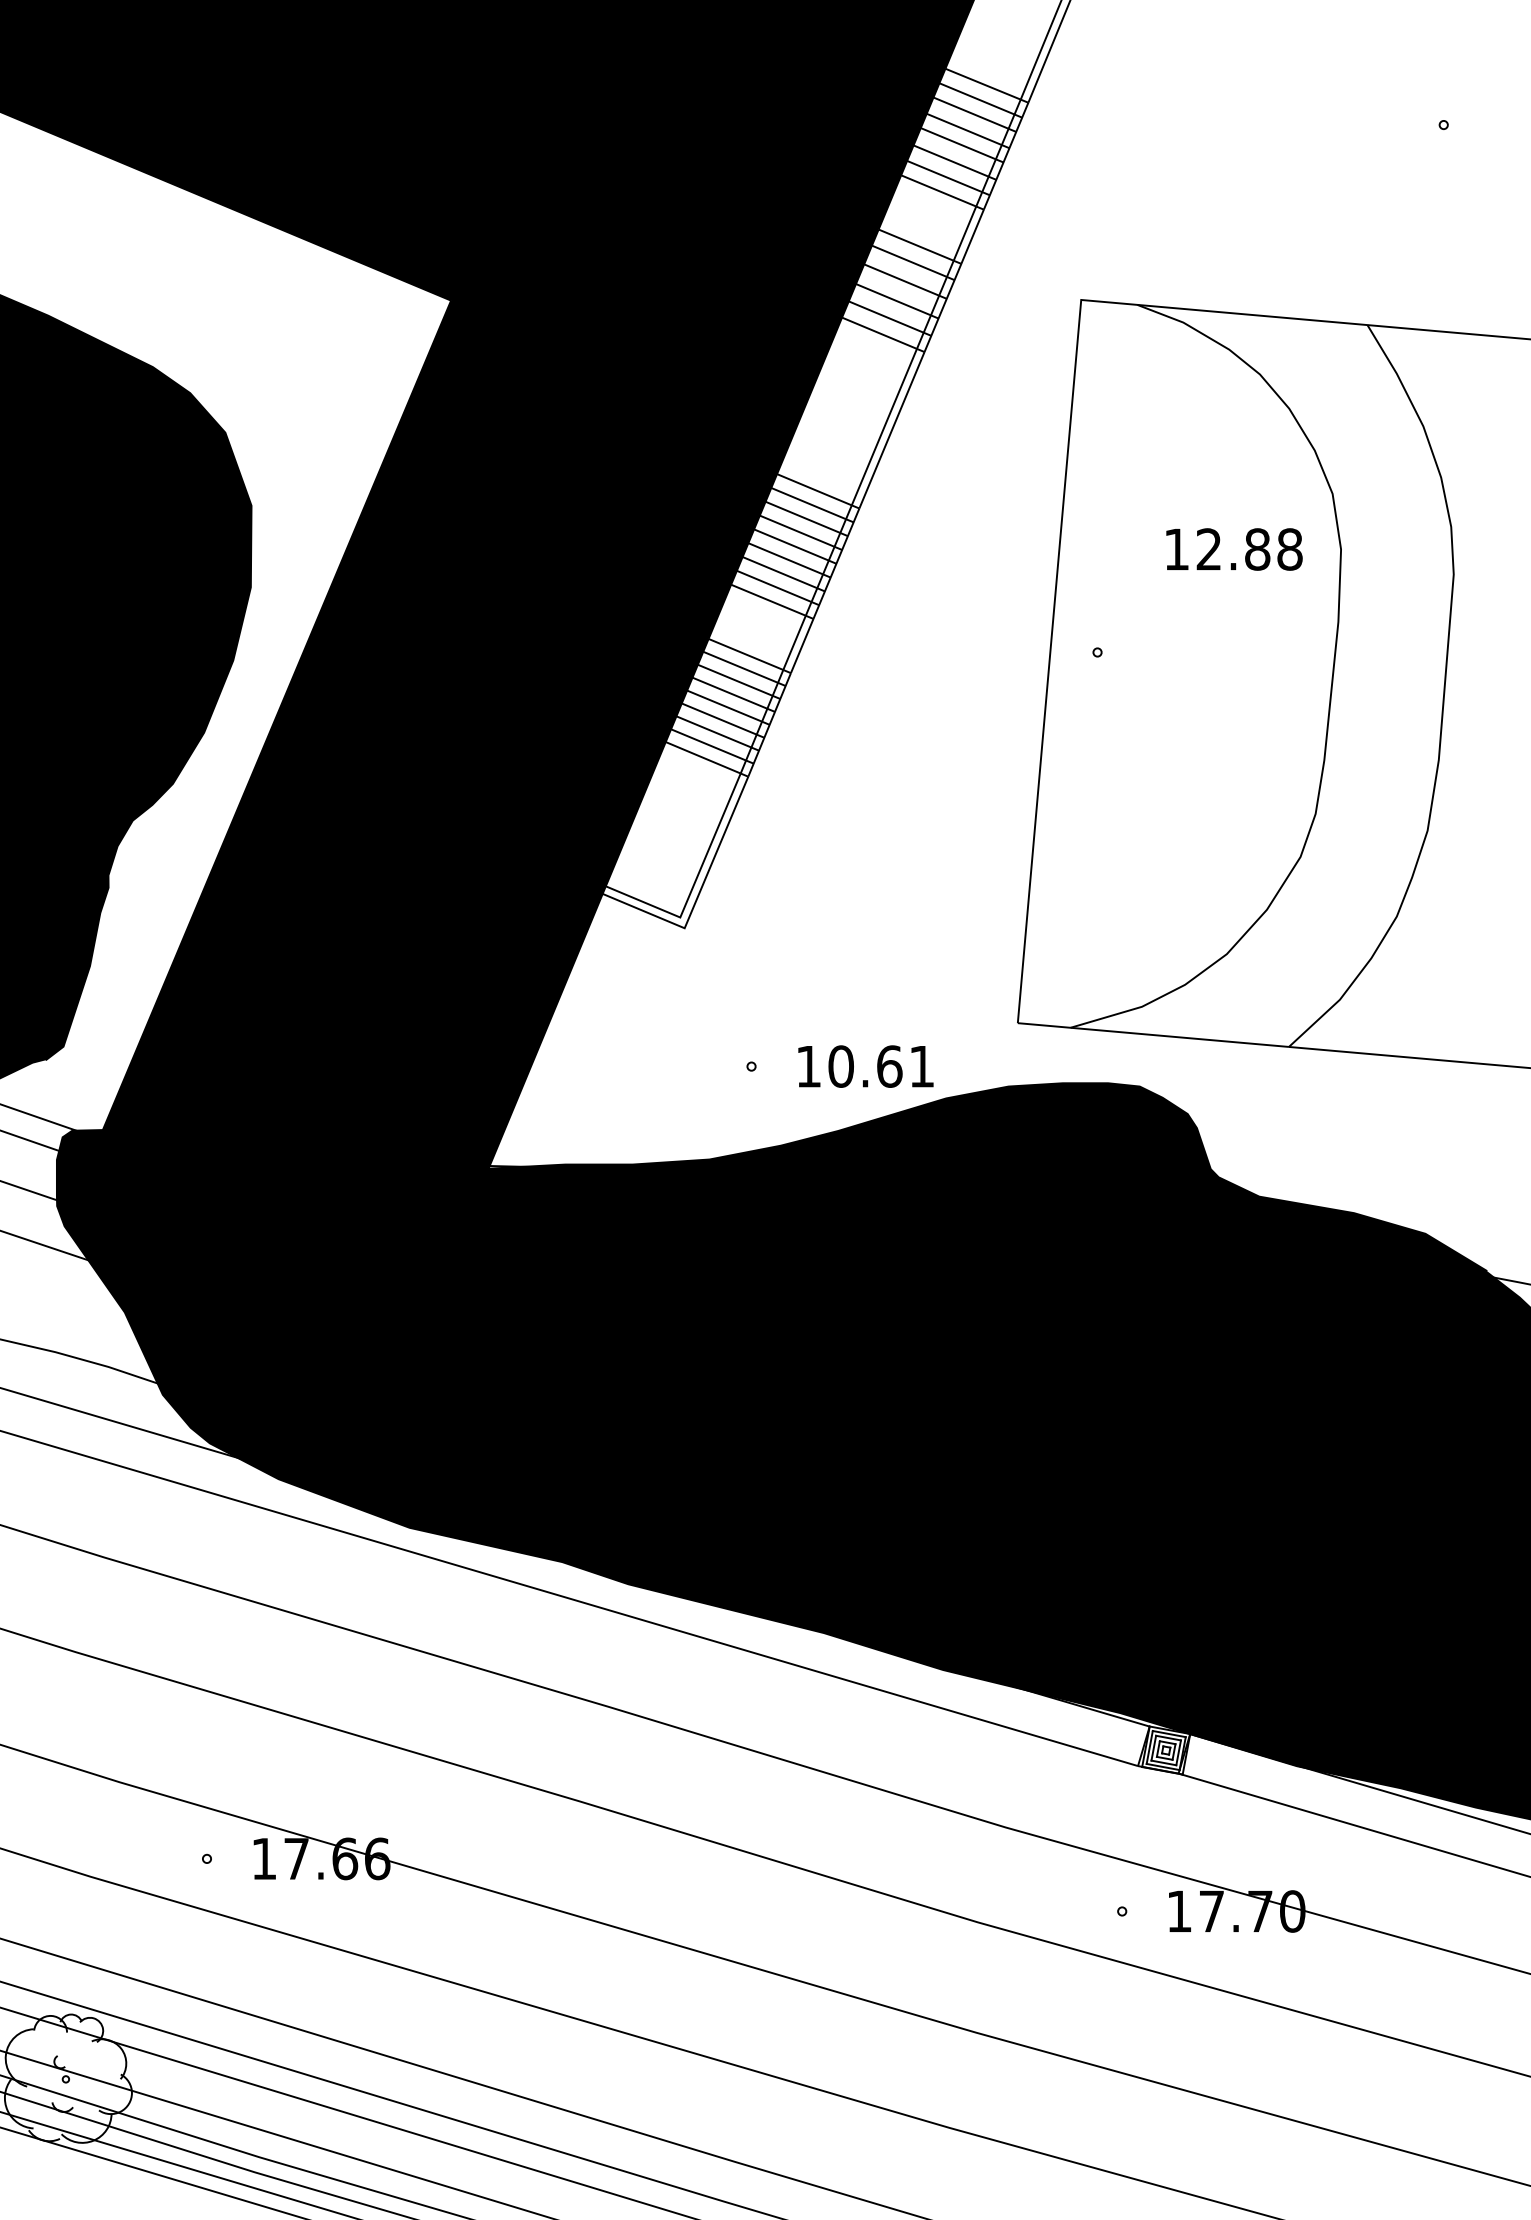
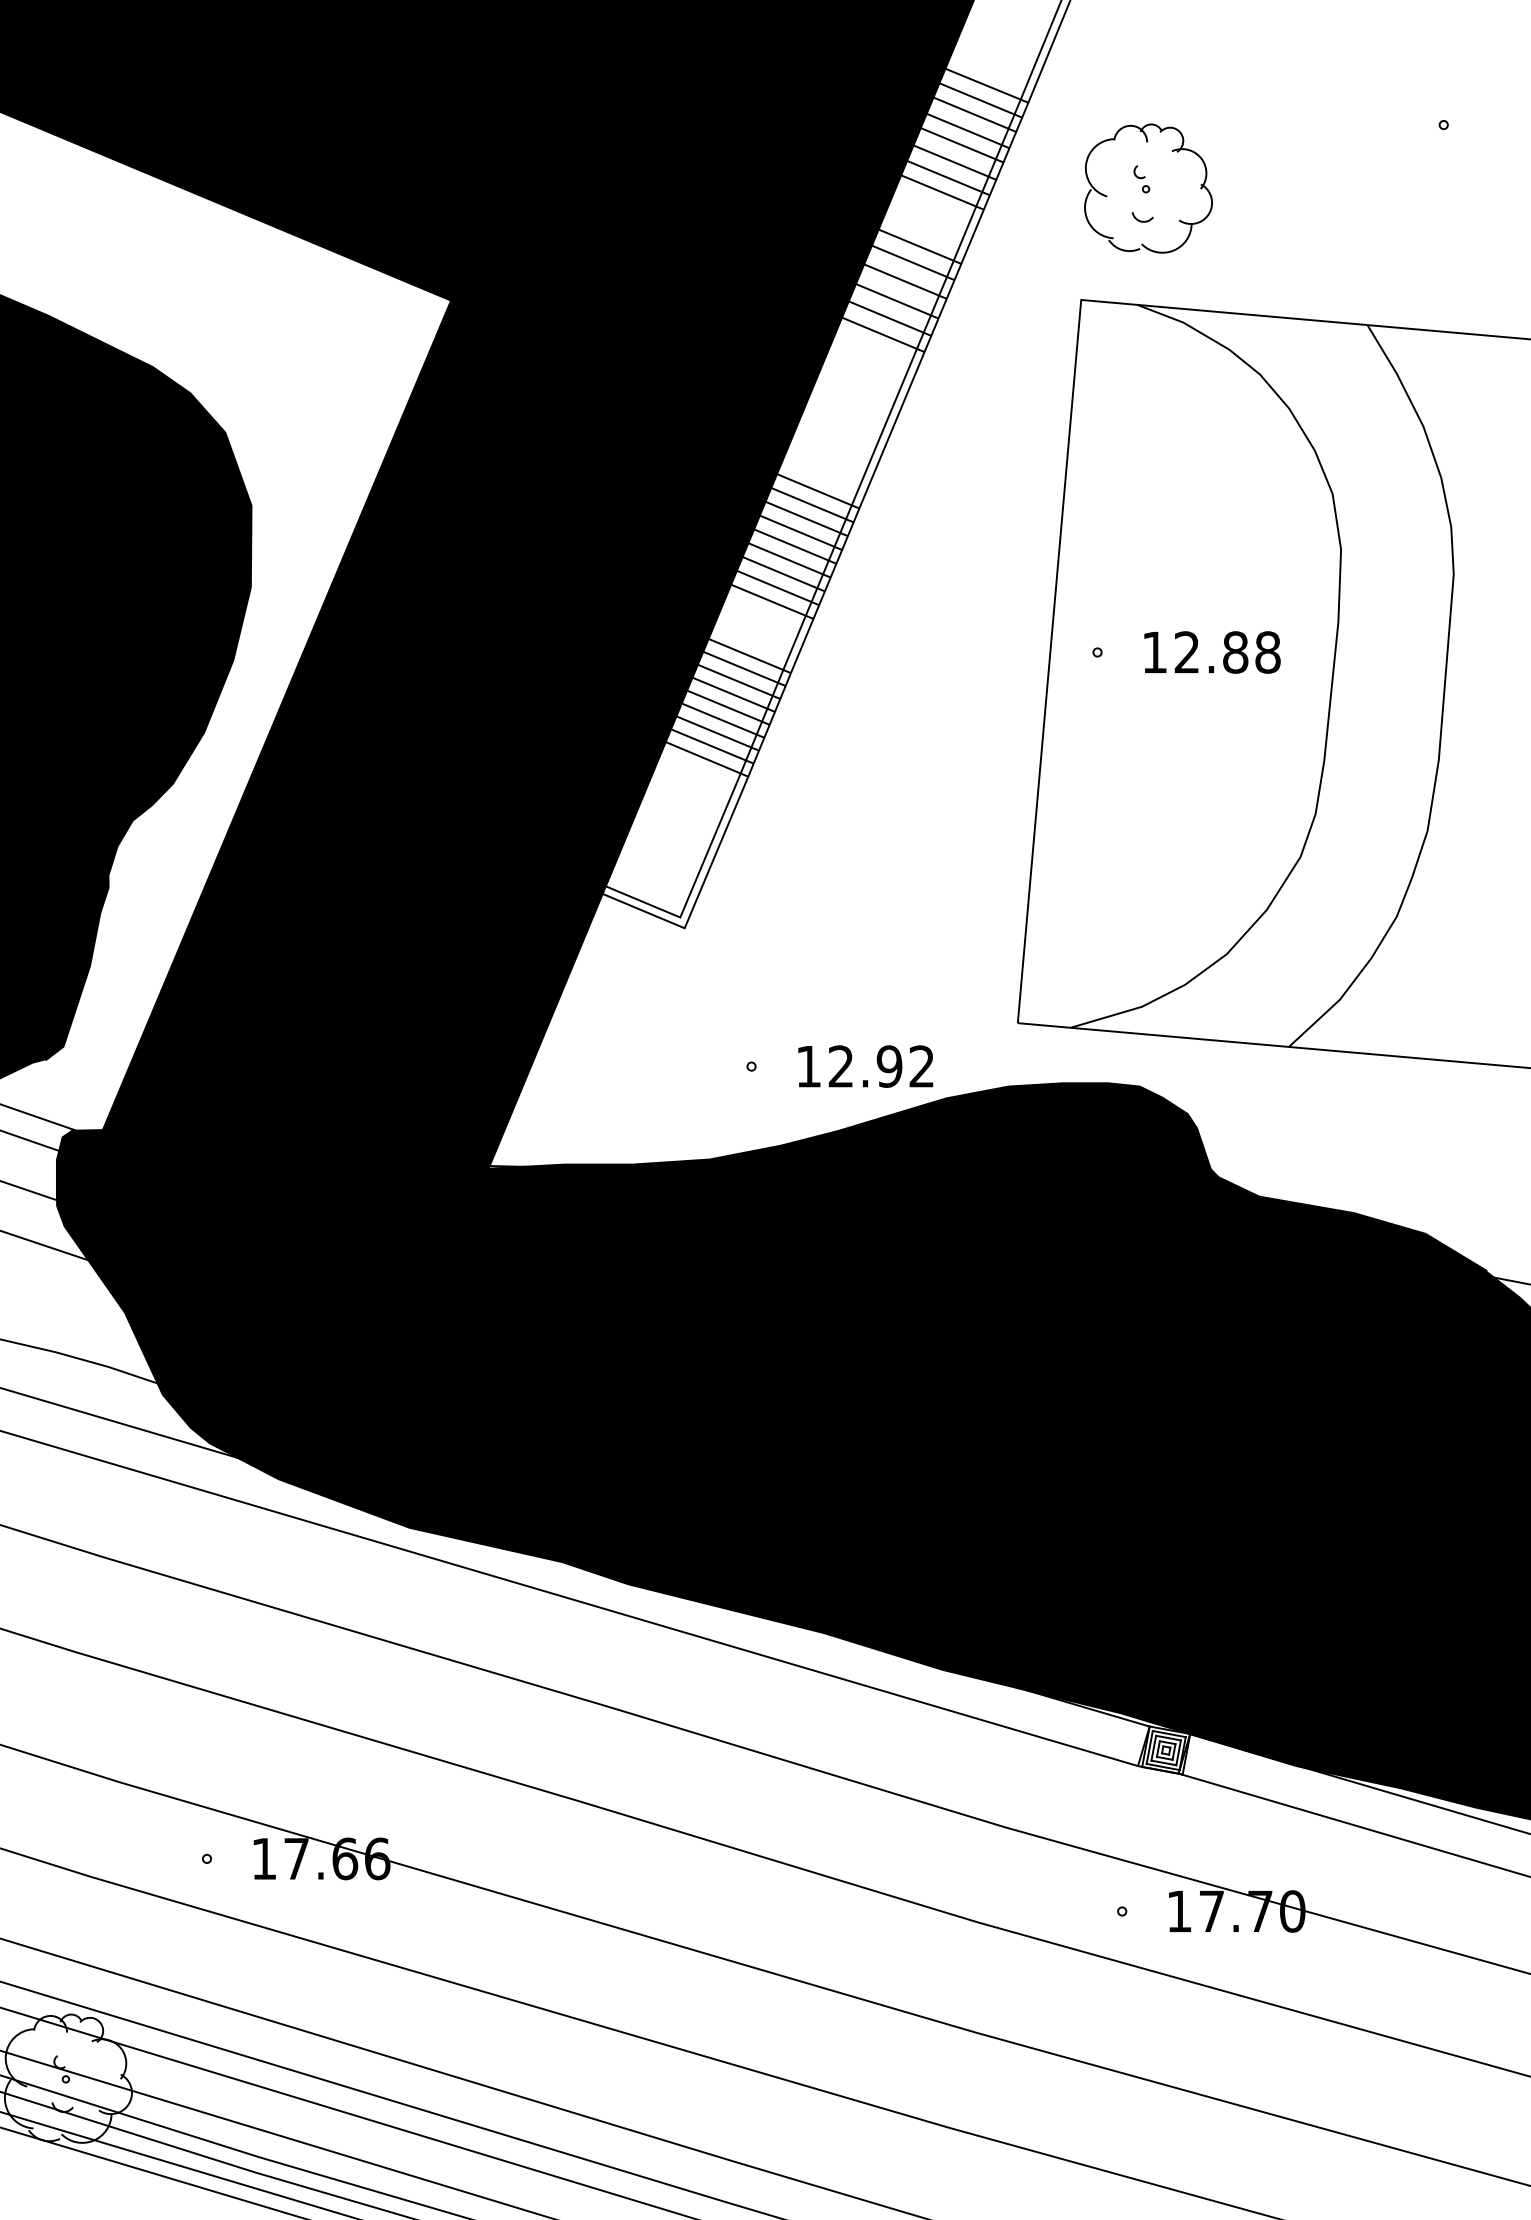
part at (1148, 188): none -> present
text at (1234, 549) position: (1234, 549) -> (1212, 652)
text at (880, 1066): 10.61 -> 12.92
